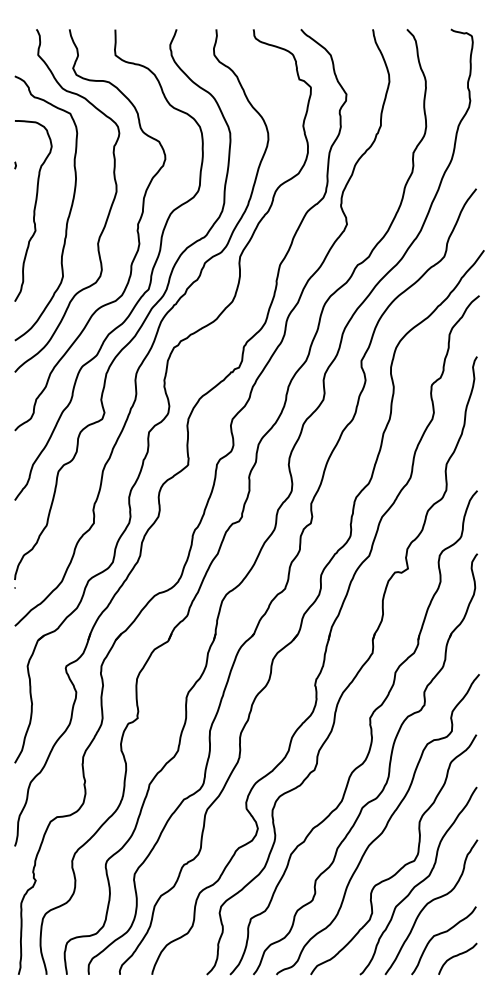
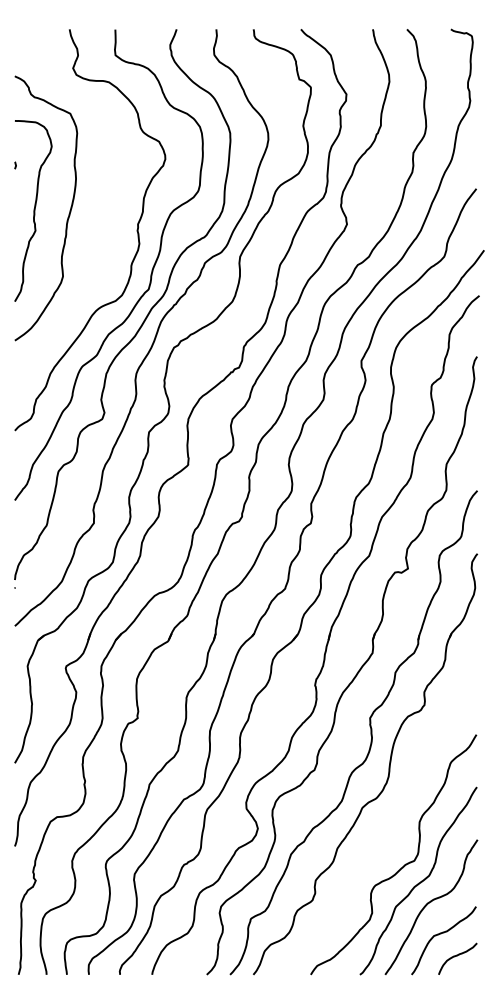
curve at (107, 214): present -> none
curve at (383, 828): present -> none
